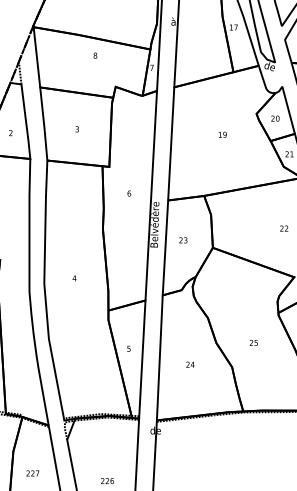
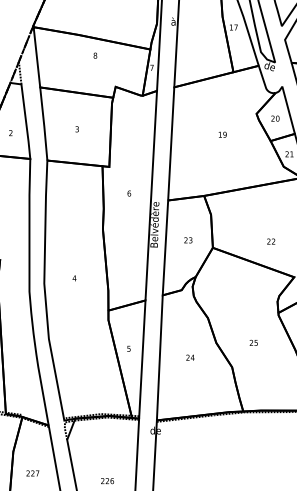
text at (284, 228) position: (284, 228) -> (271, 241)
text at (183, 240) position: (183, 240) -> (188, 240)
text at (190, 364) position: (190, 364) -> (190, 357)
